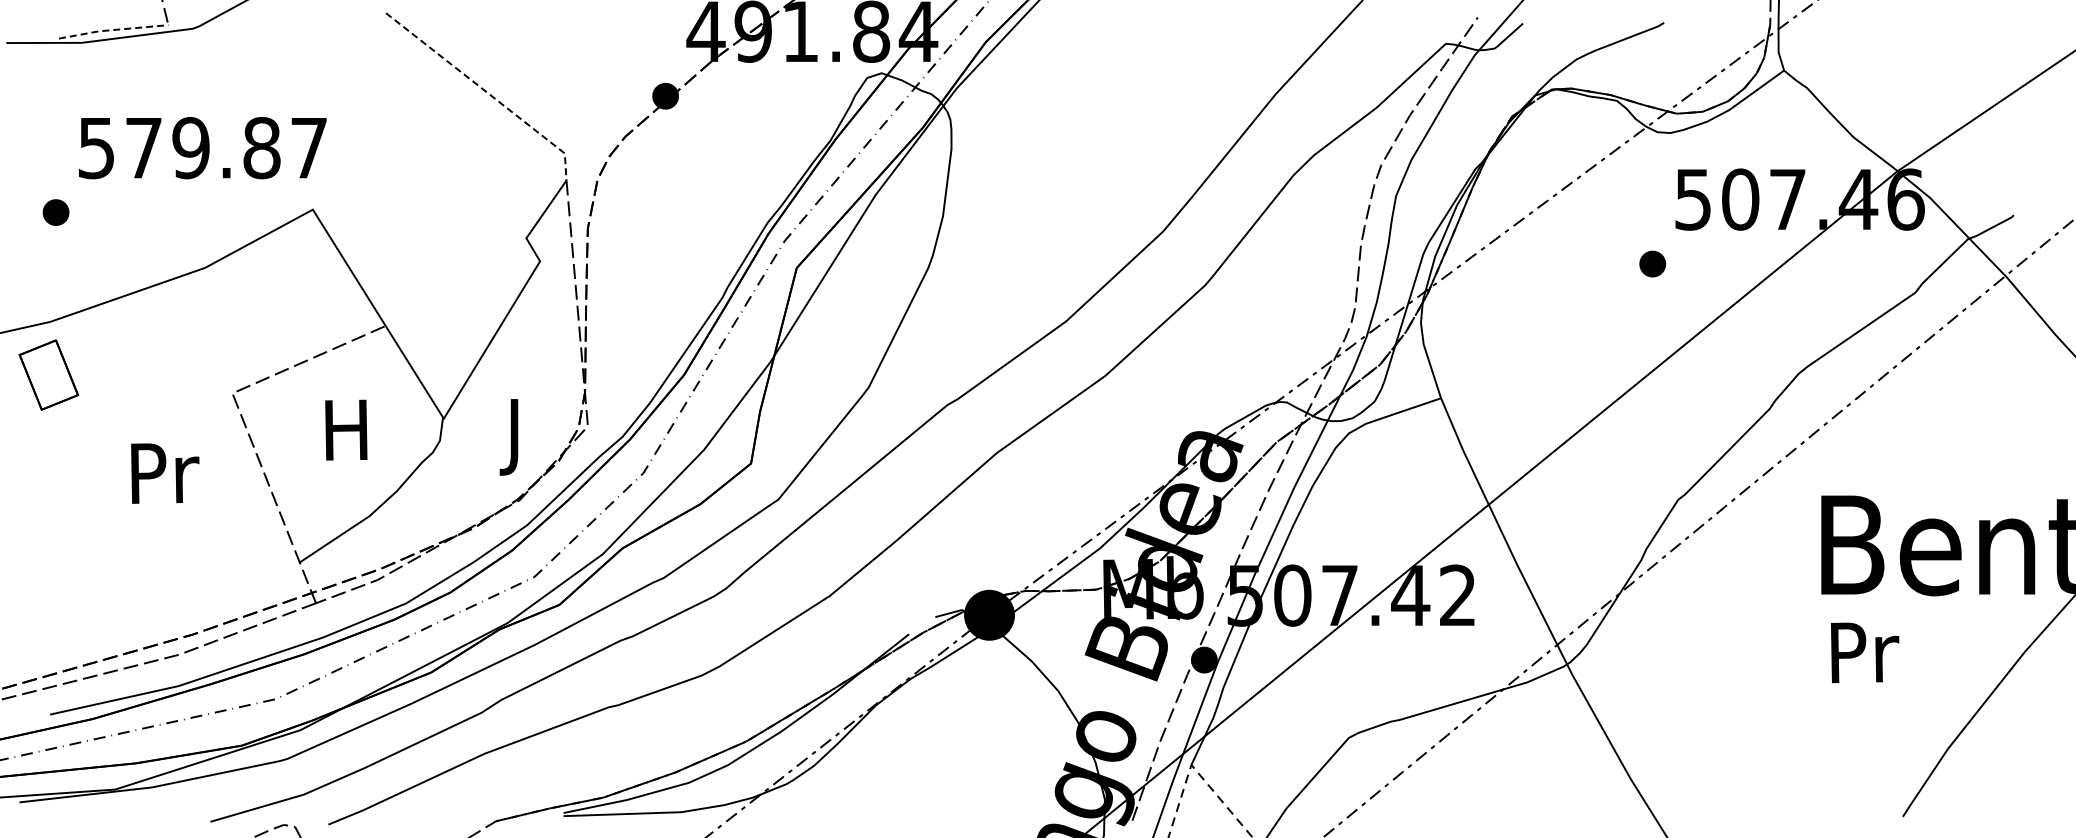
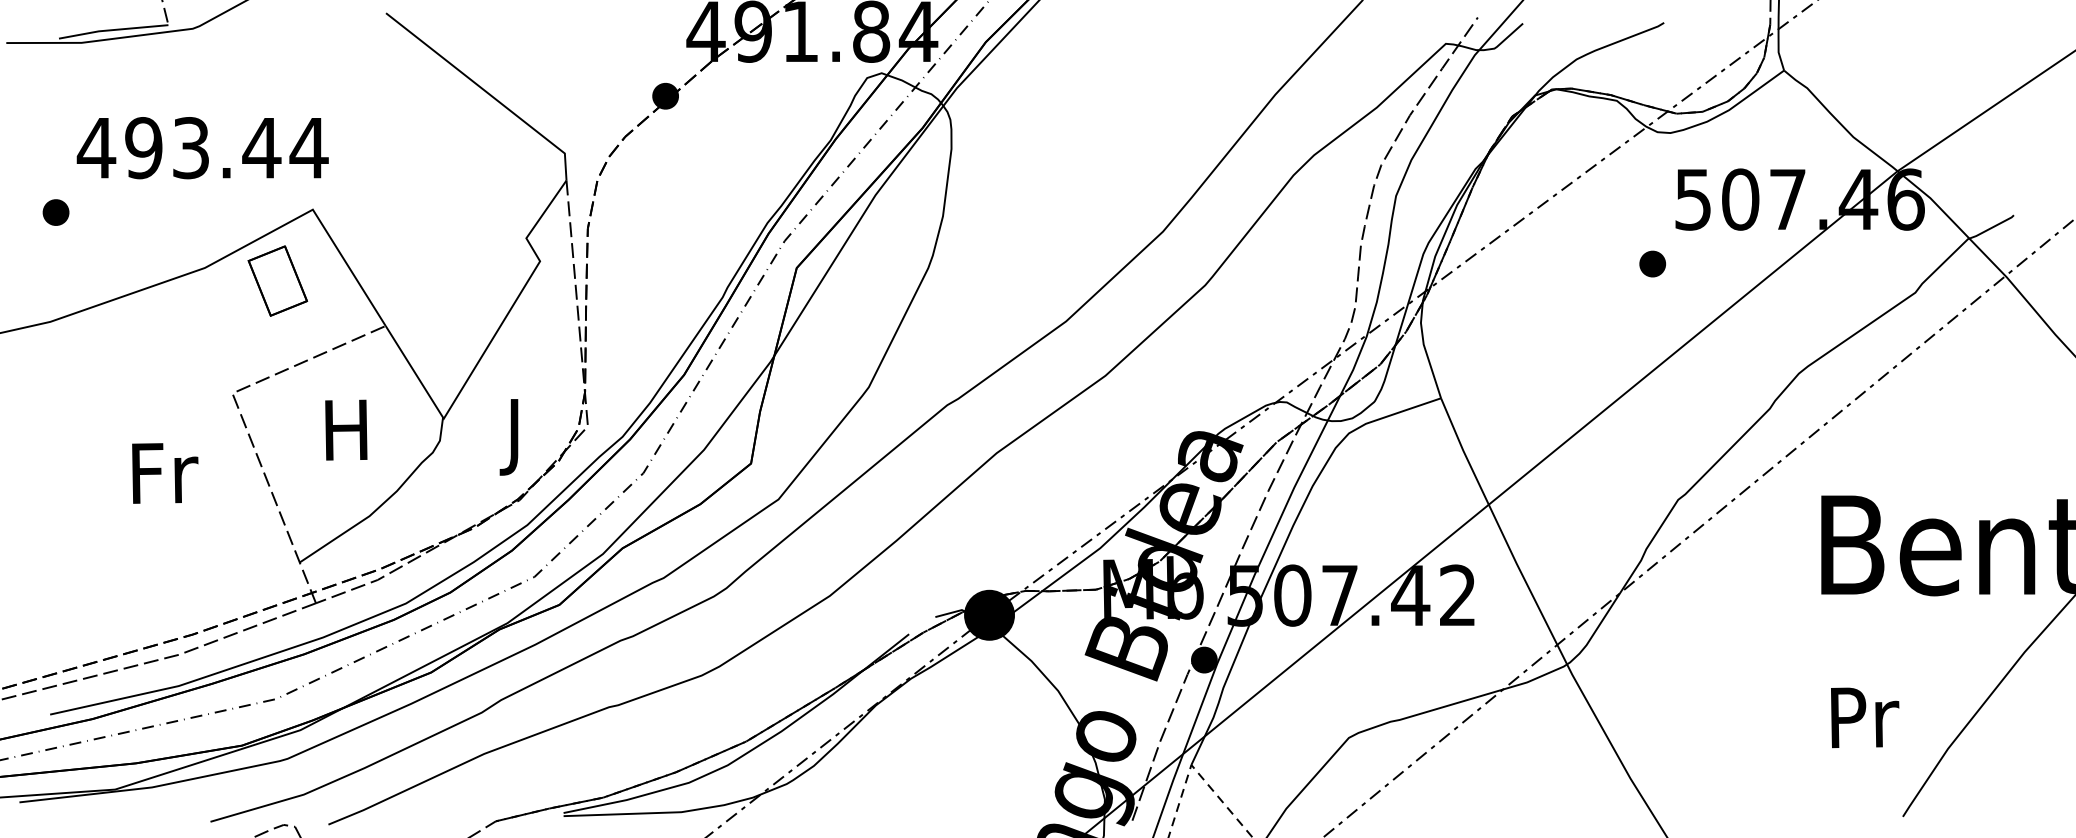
line at (112, 30): dashed -> solid
line at (487, 92): dashed -> solid
text at (202, 148): 579.87 -> 493.44
part at (48, 374) position: (48, 374) -> (277, 280)
text at (165, 473): Pr -> Fr
text at (1865, 652) position: (1865, 652) -> (1865, 717)
